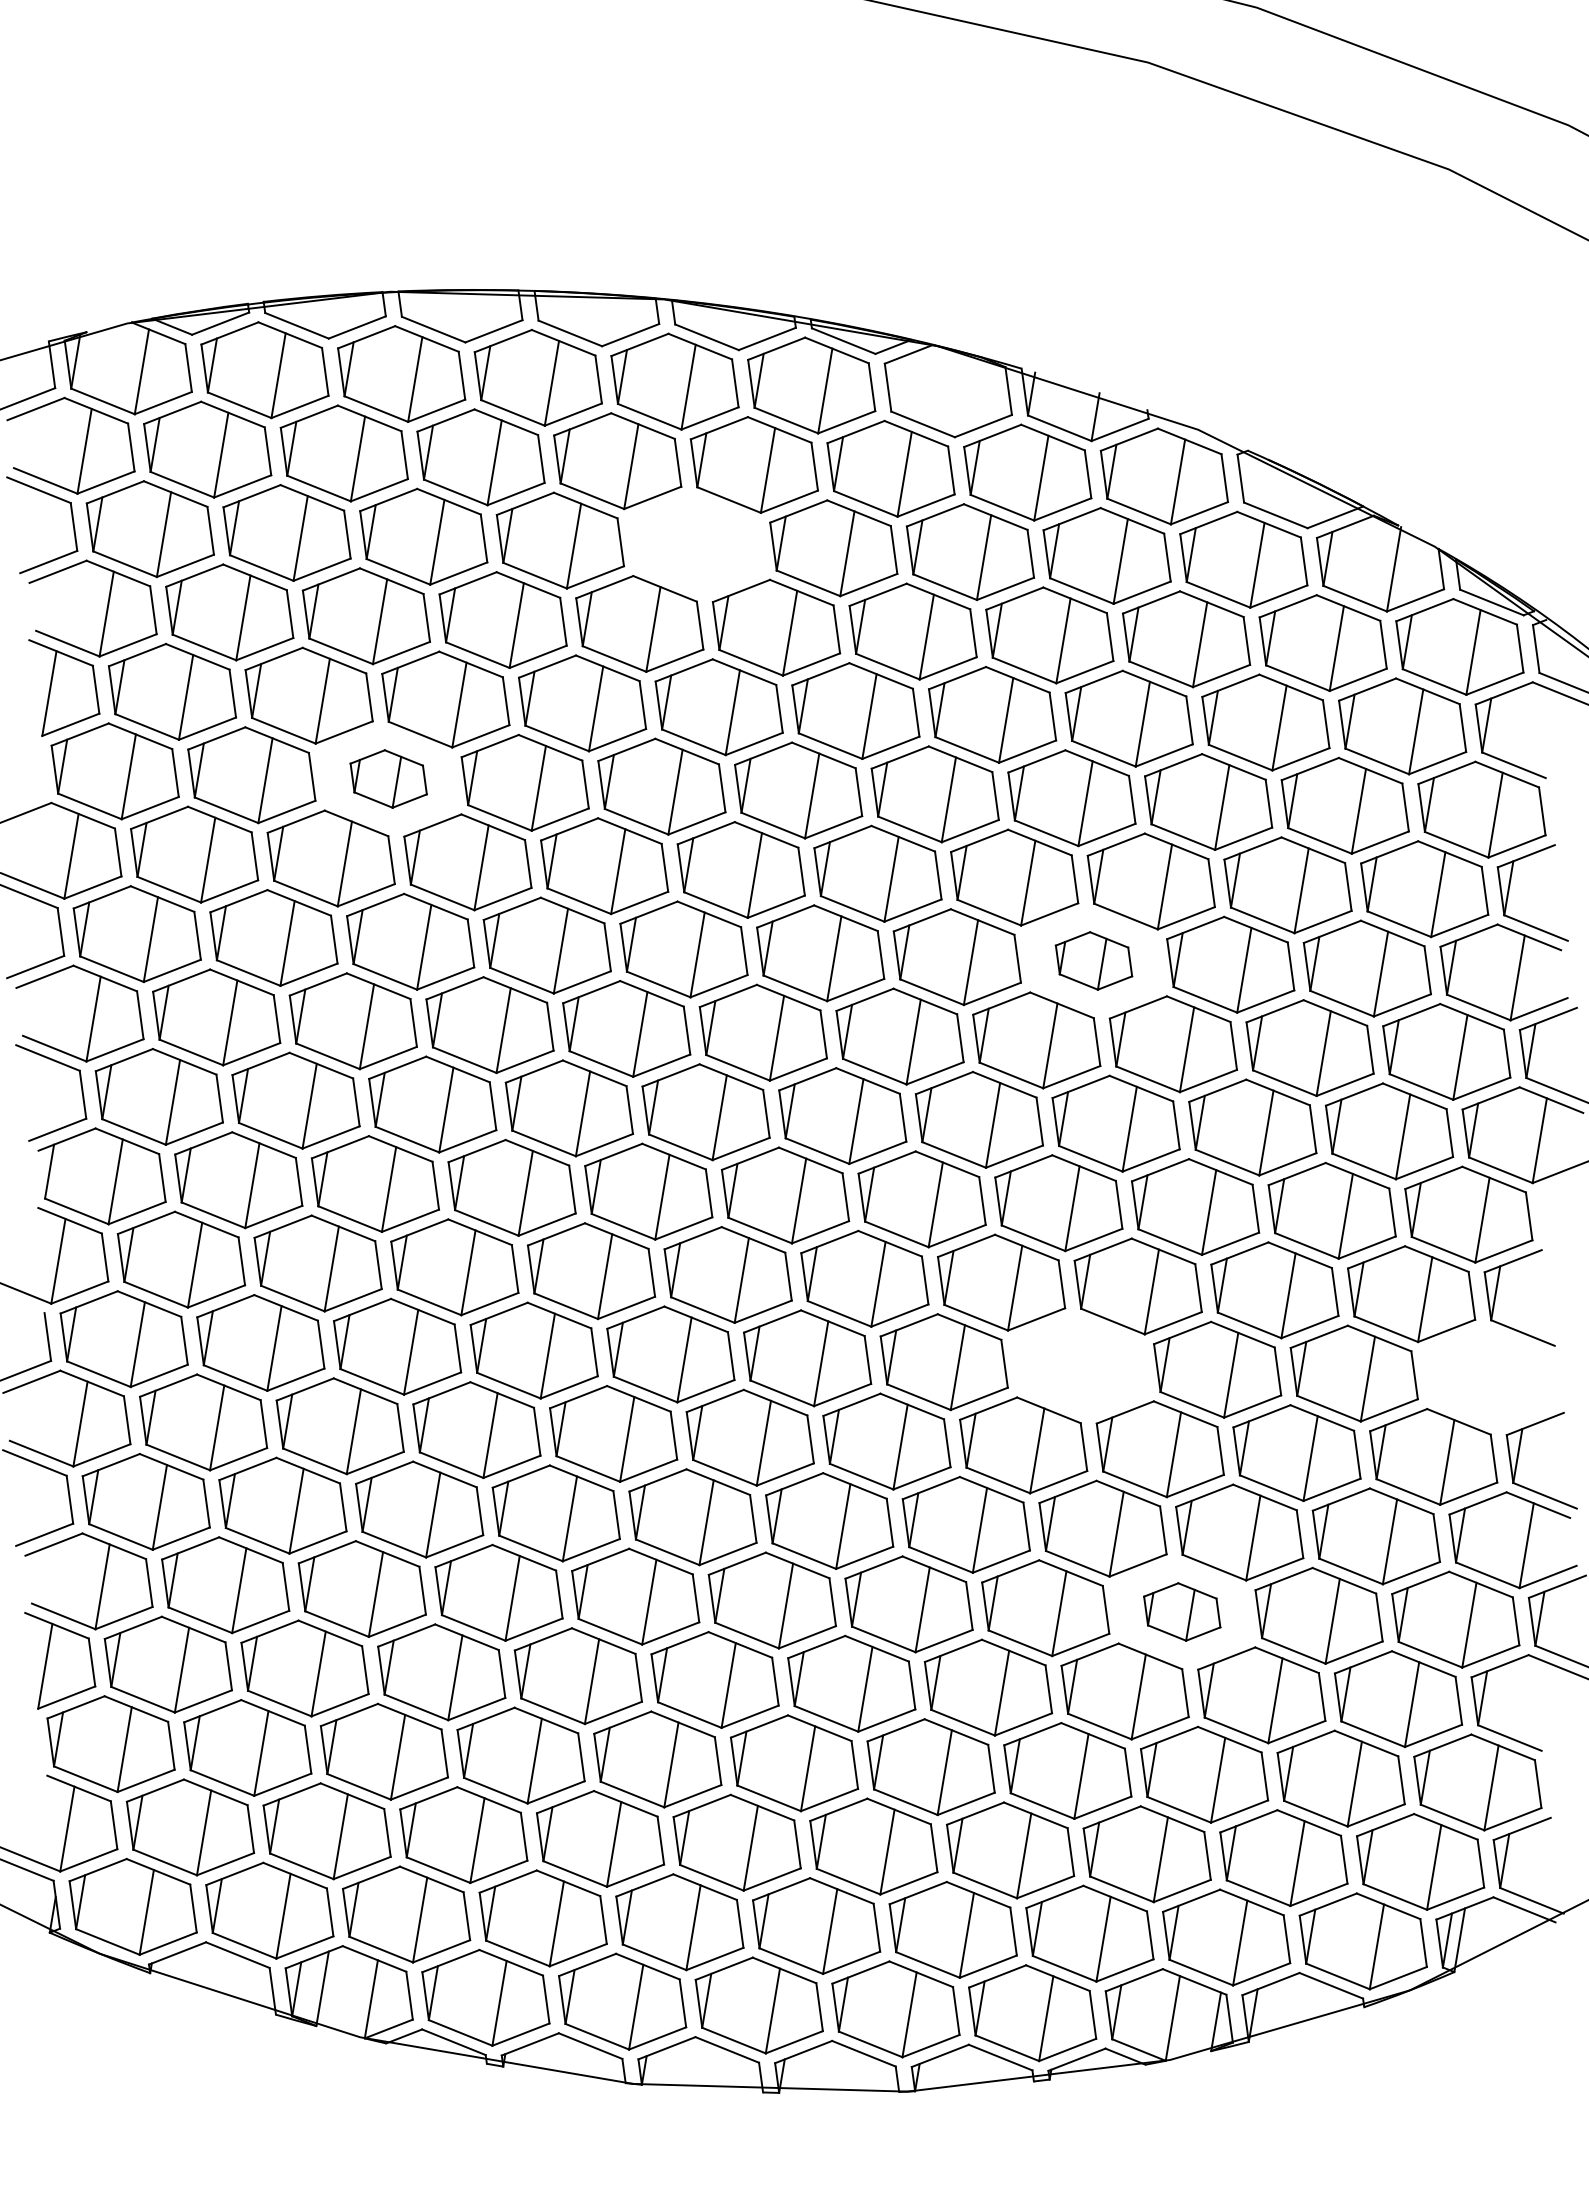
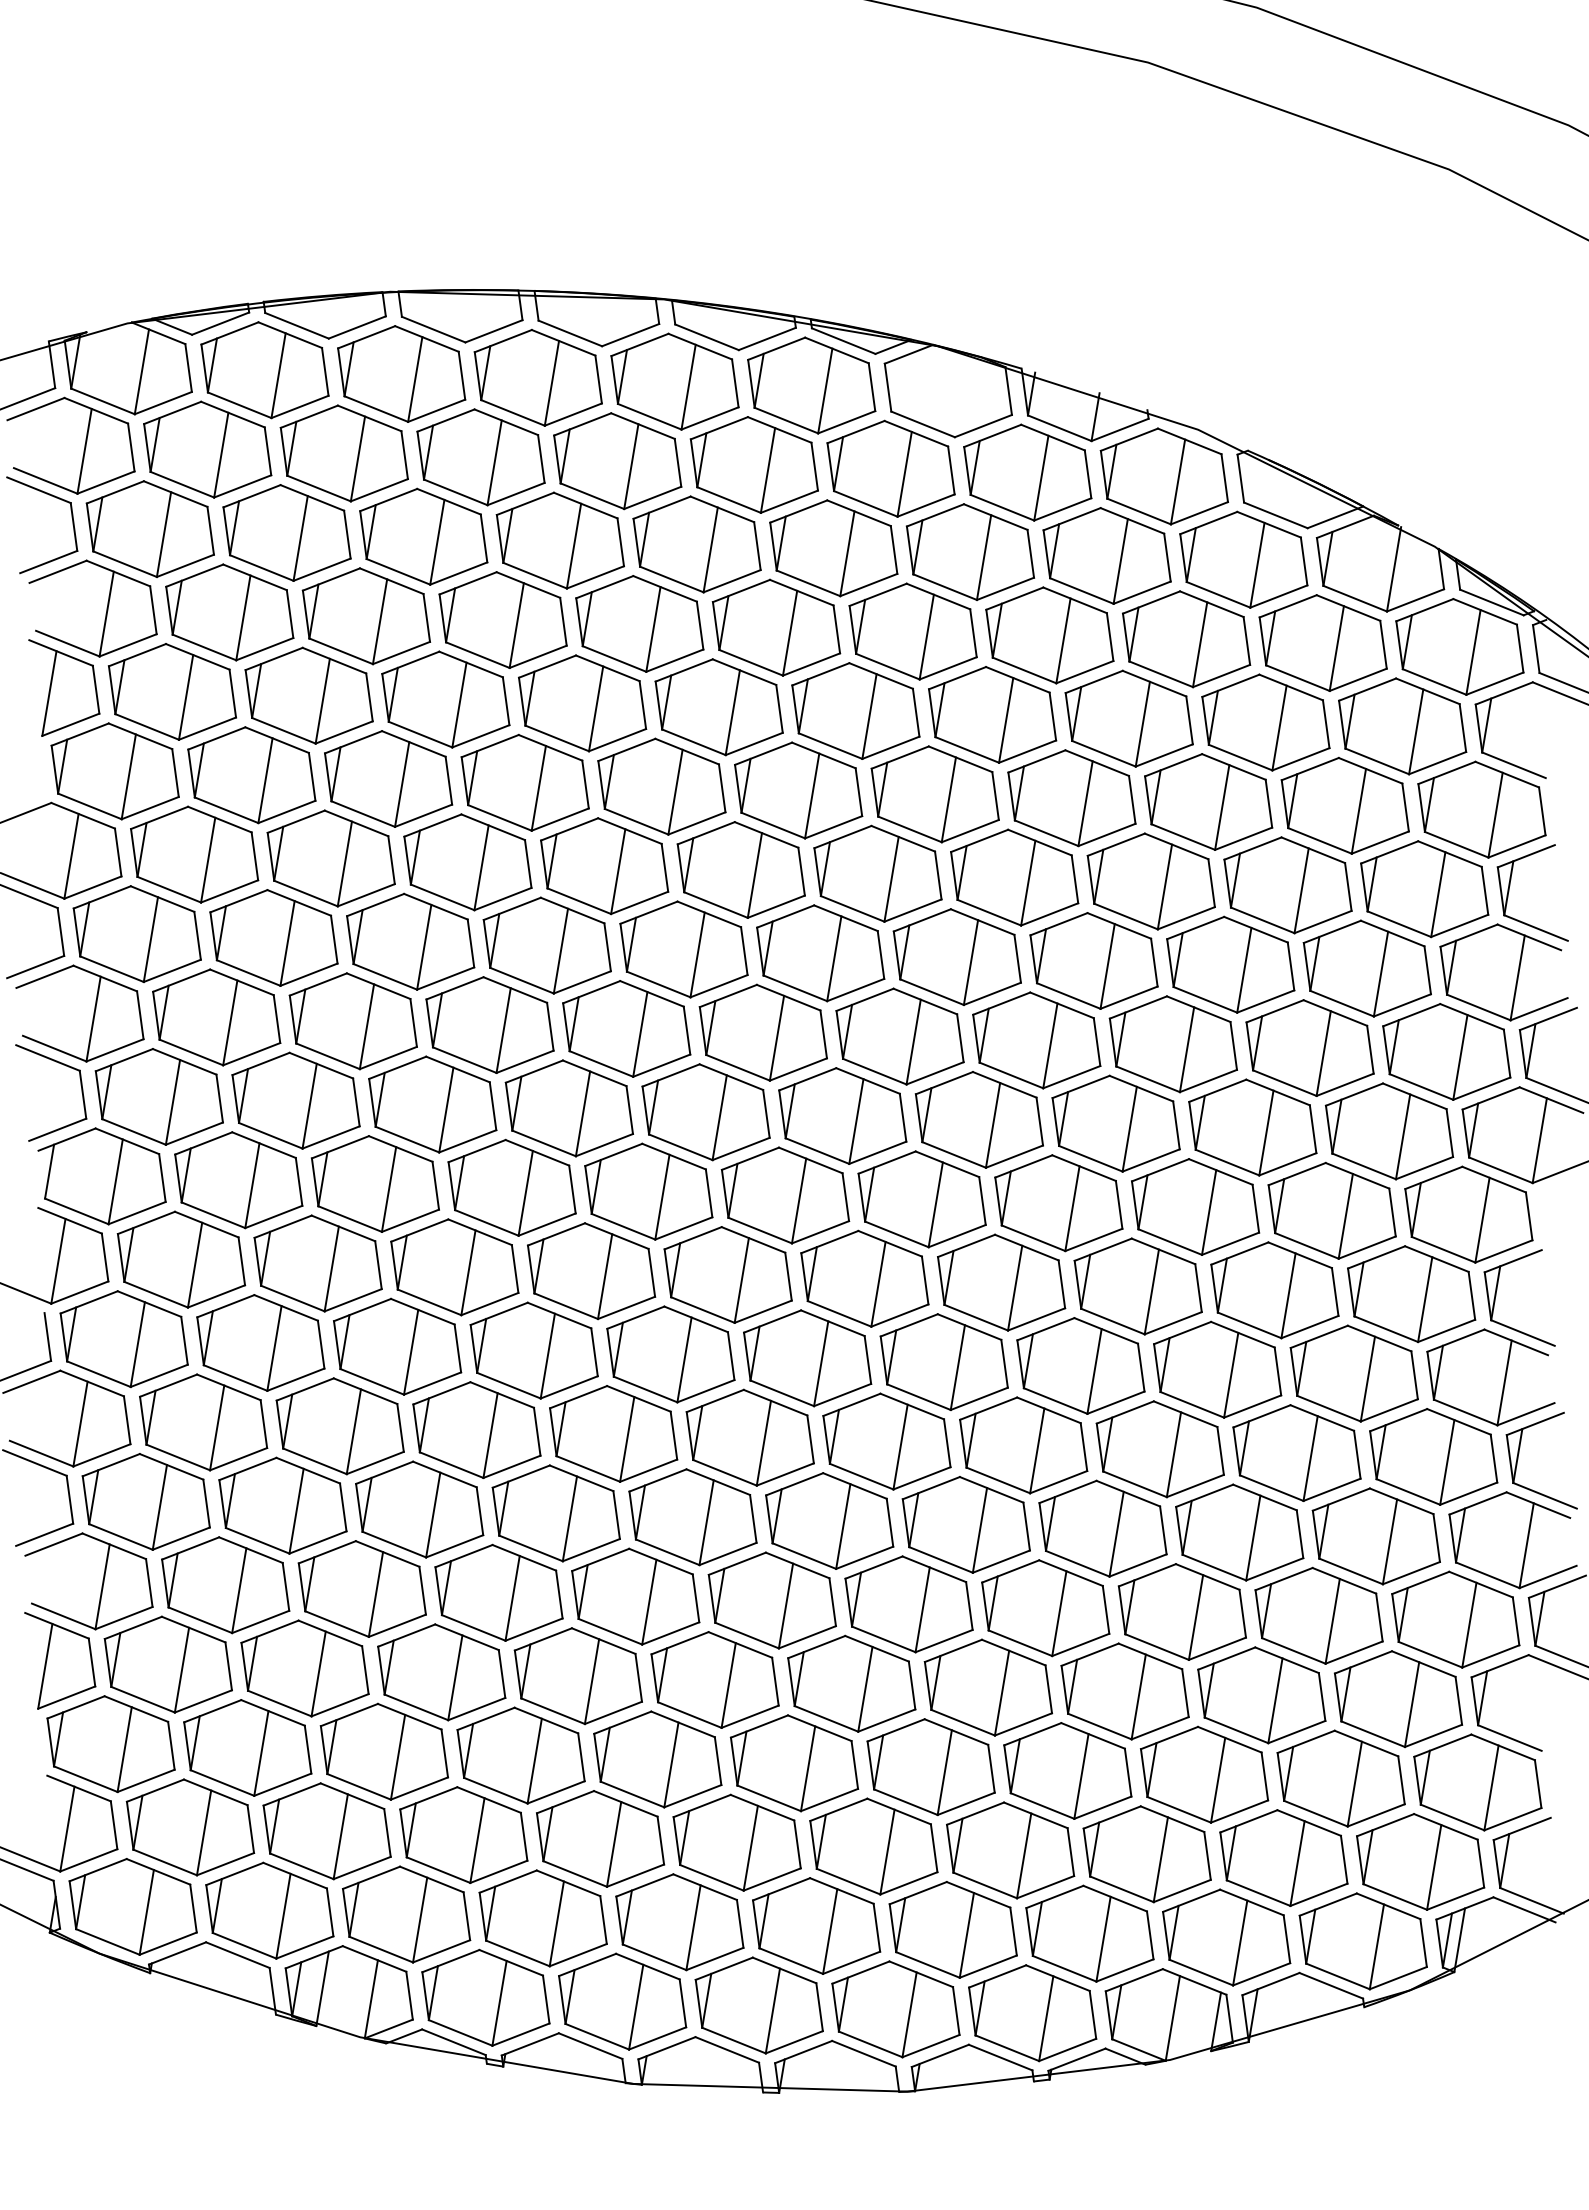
part at (696, 544): none -> present
part at (388, 778) size: 79x60 px -> 130x98 px
part at (1093, 960) size: 80x60 px -> 130x98 px
part at (1080, 1365): none -> present
part at (1490, 1377): none -> present
part at (1182, 1611) size: 79x60 px -> 130x98 px
